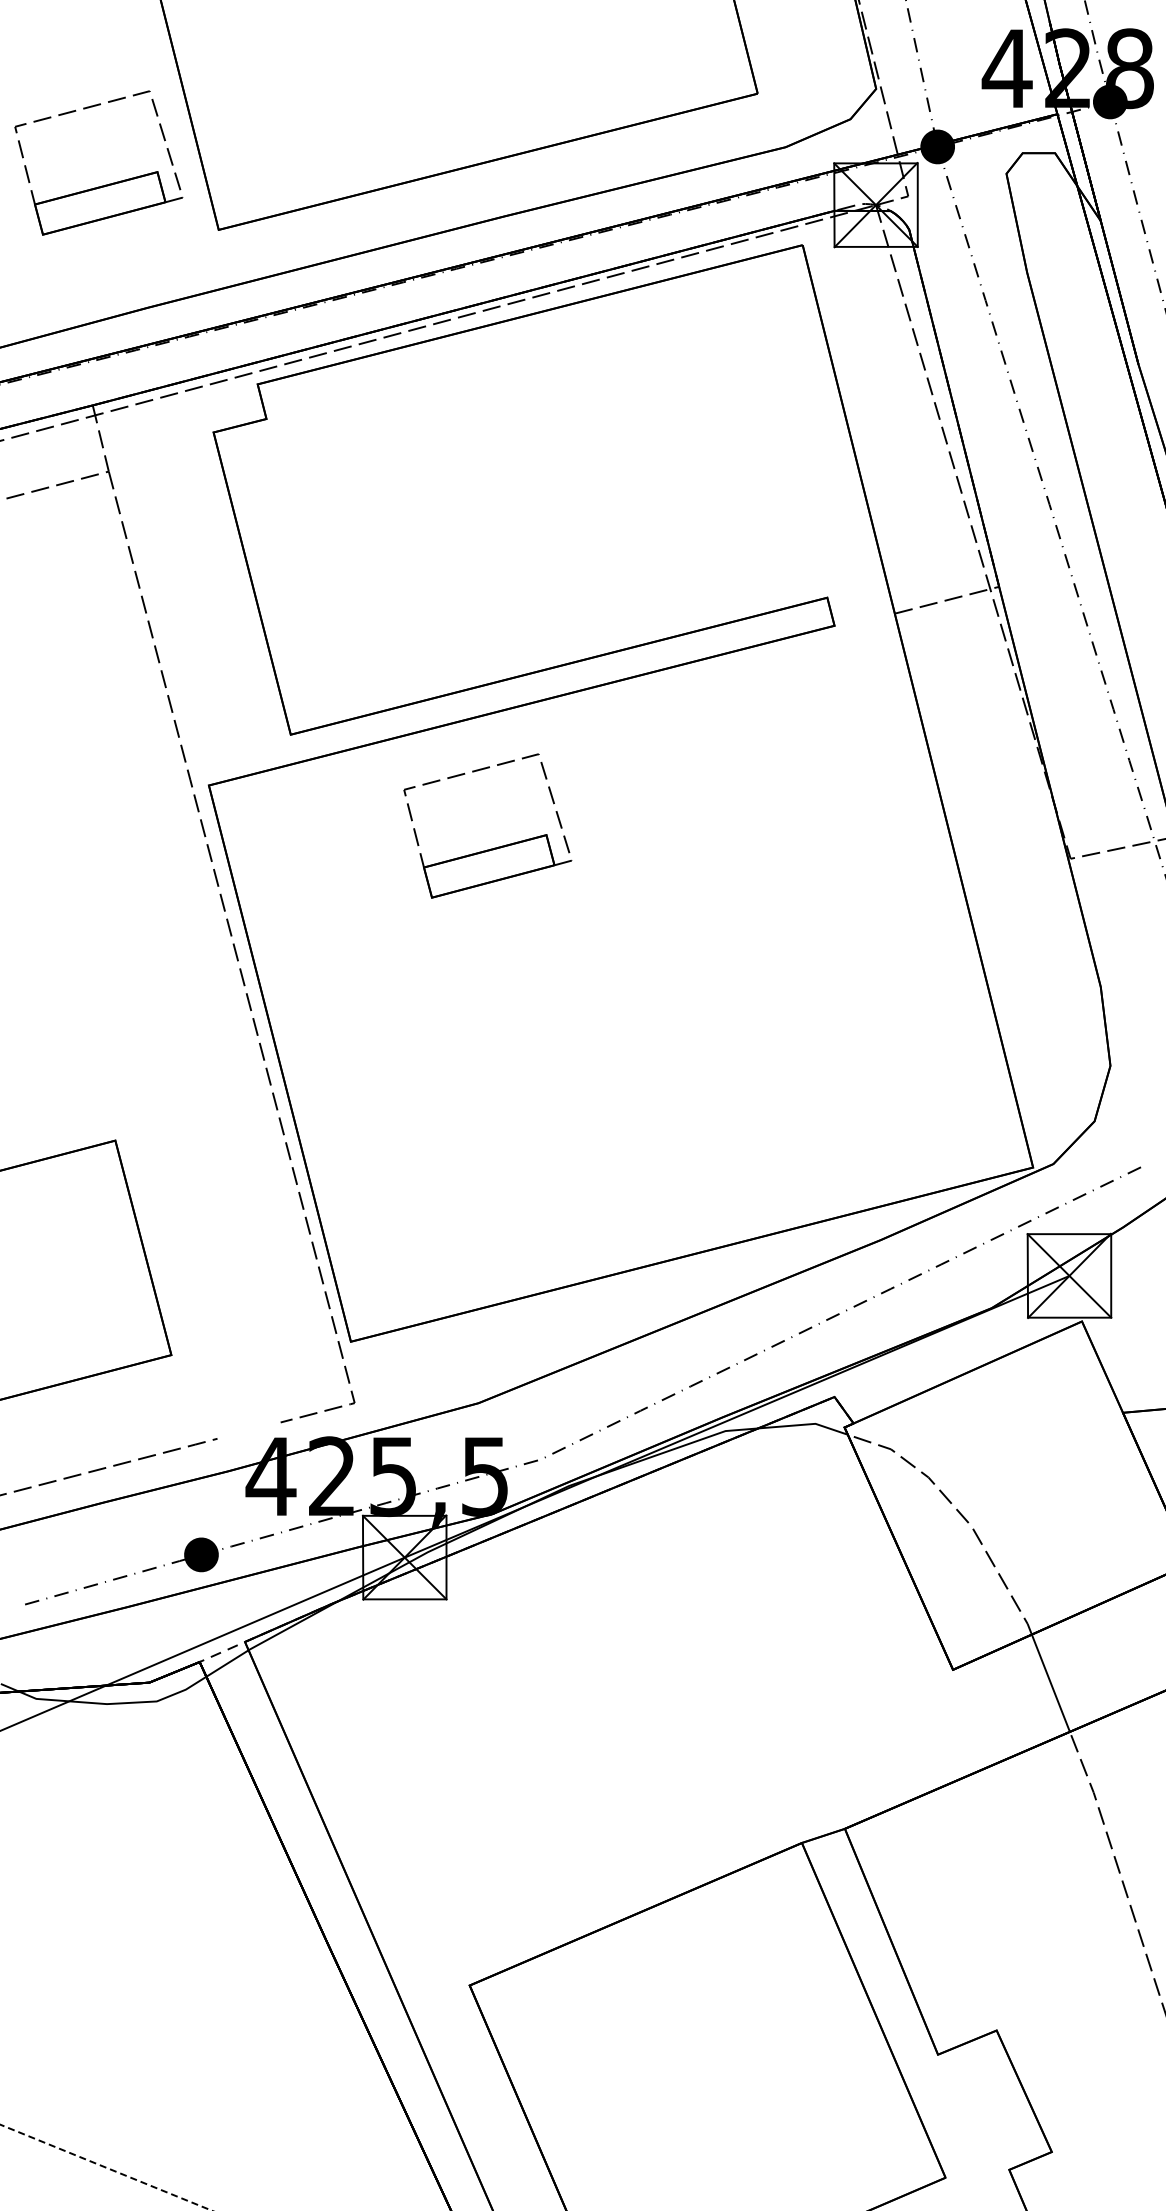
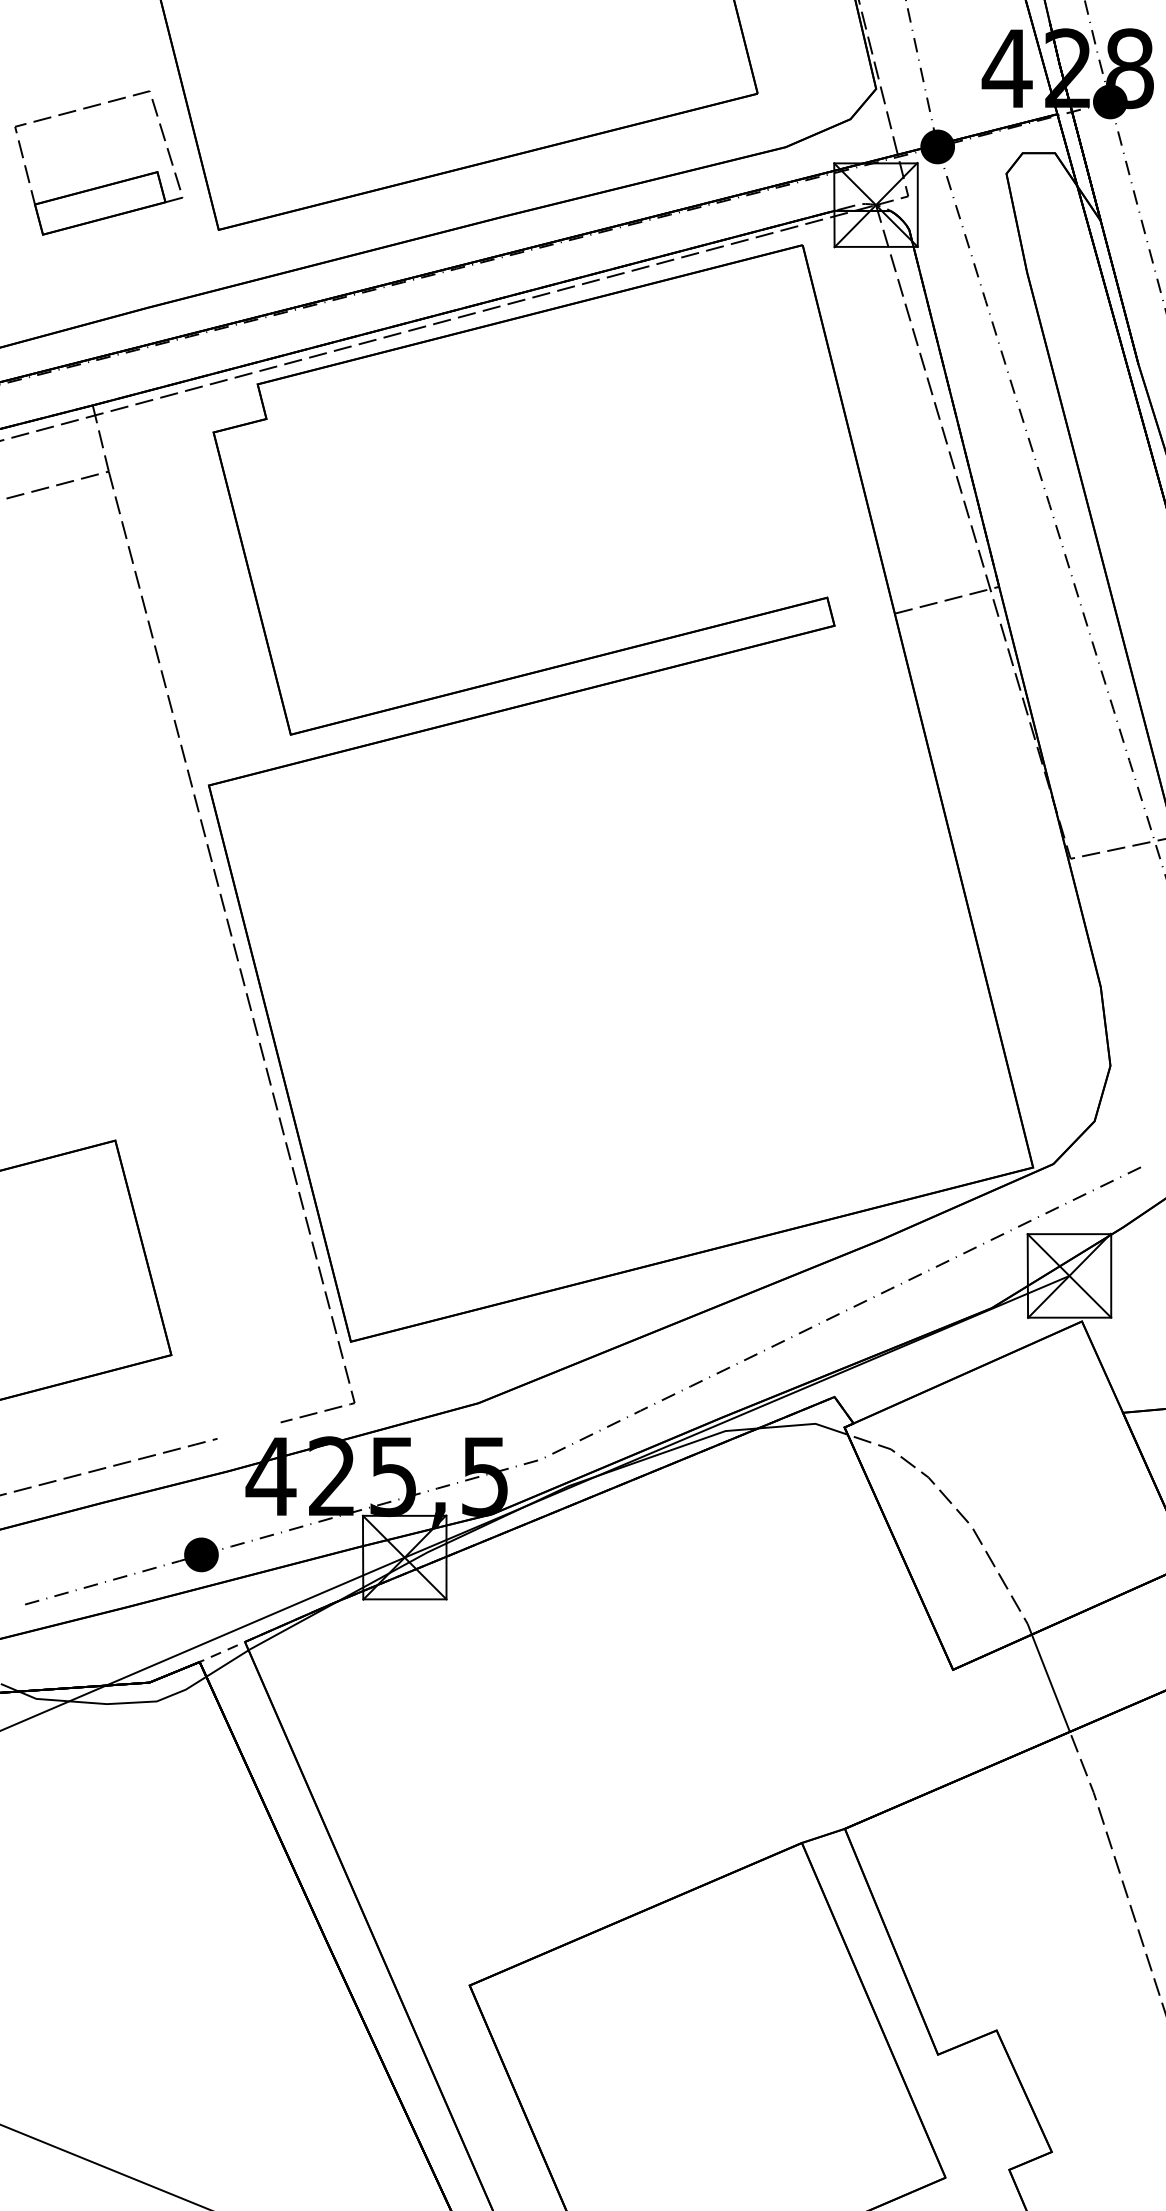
part at (494, 847): present -> none
line at (106, 2167): dashed -> solid
